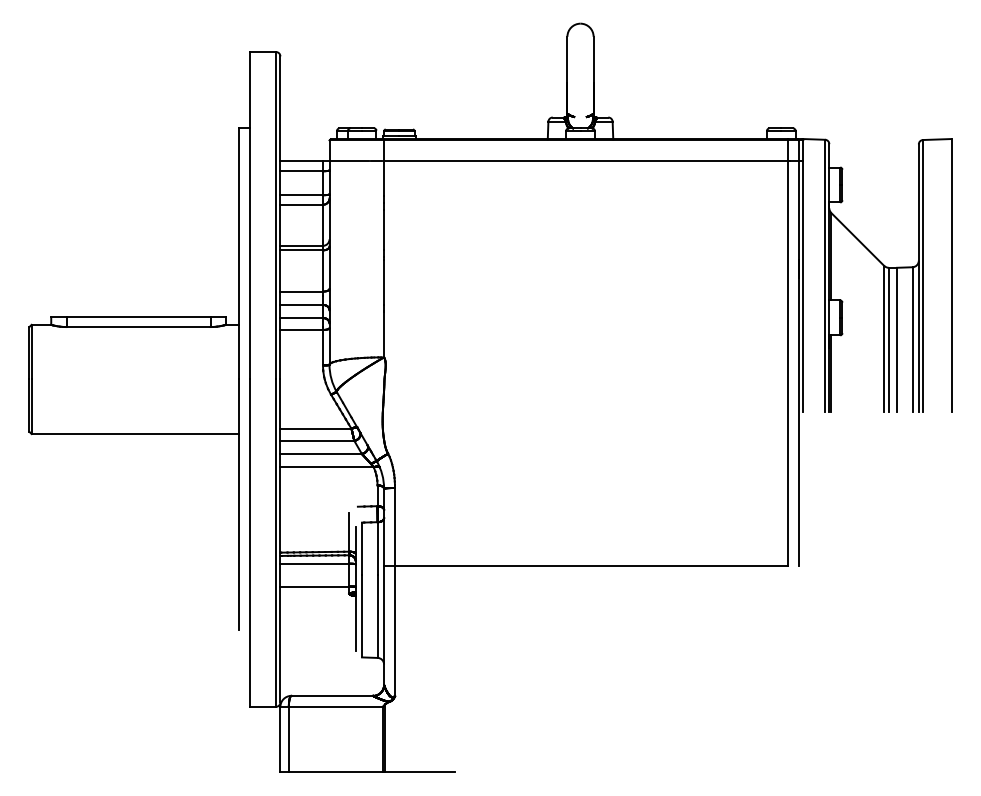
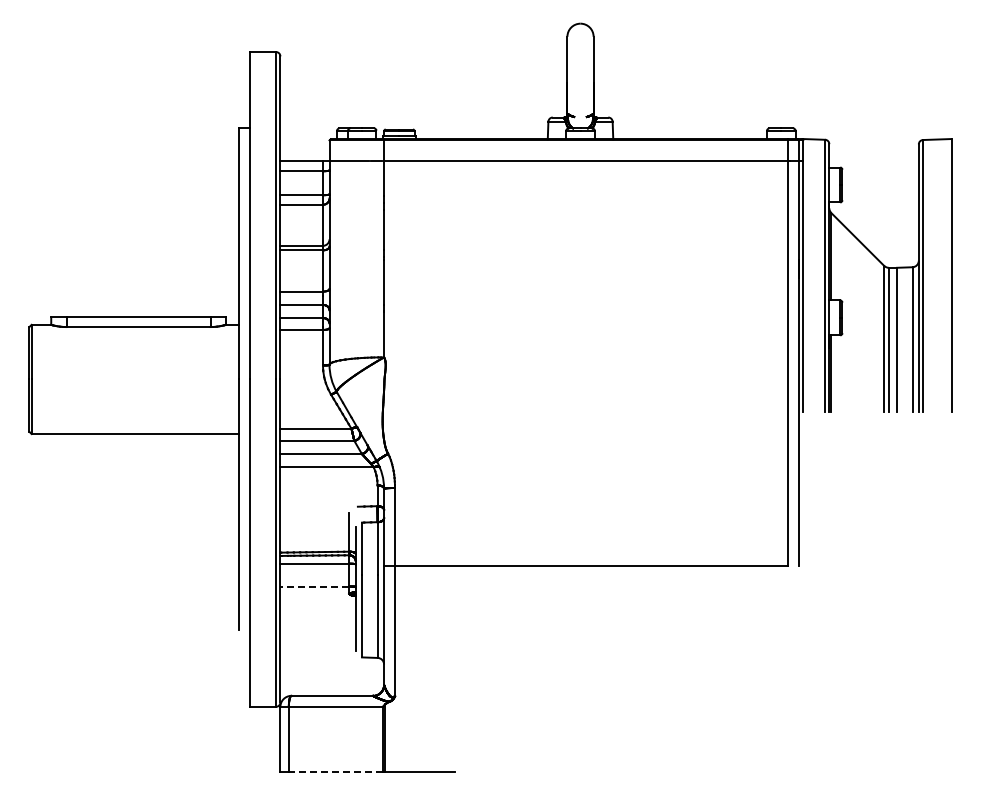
line at (314, 586): solid -> dashed
line at (335, 772): solid -> dashed
